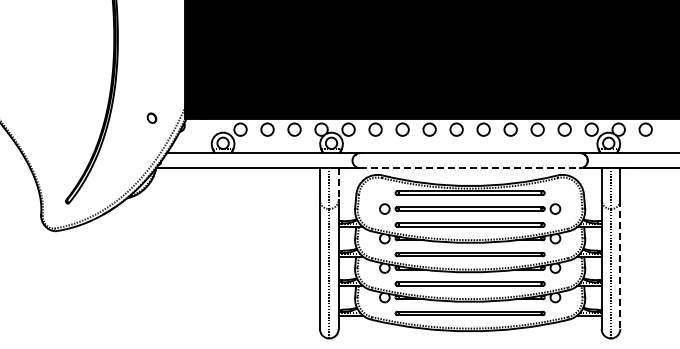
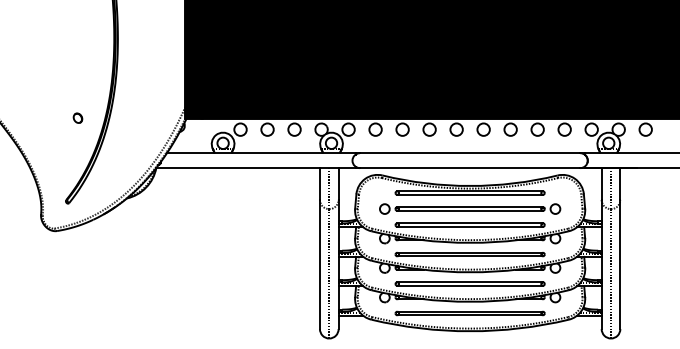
part at (151, 117) position: (151, 117) -> (77, 117)
line at (470, 168): dashed -> solid
line at (338, 184): dashed -> solid
line at (620, 264): dashed -> solid
